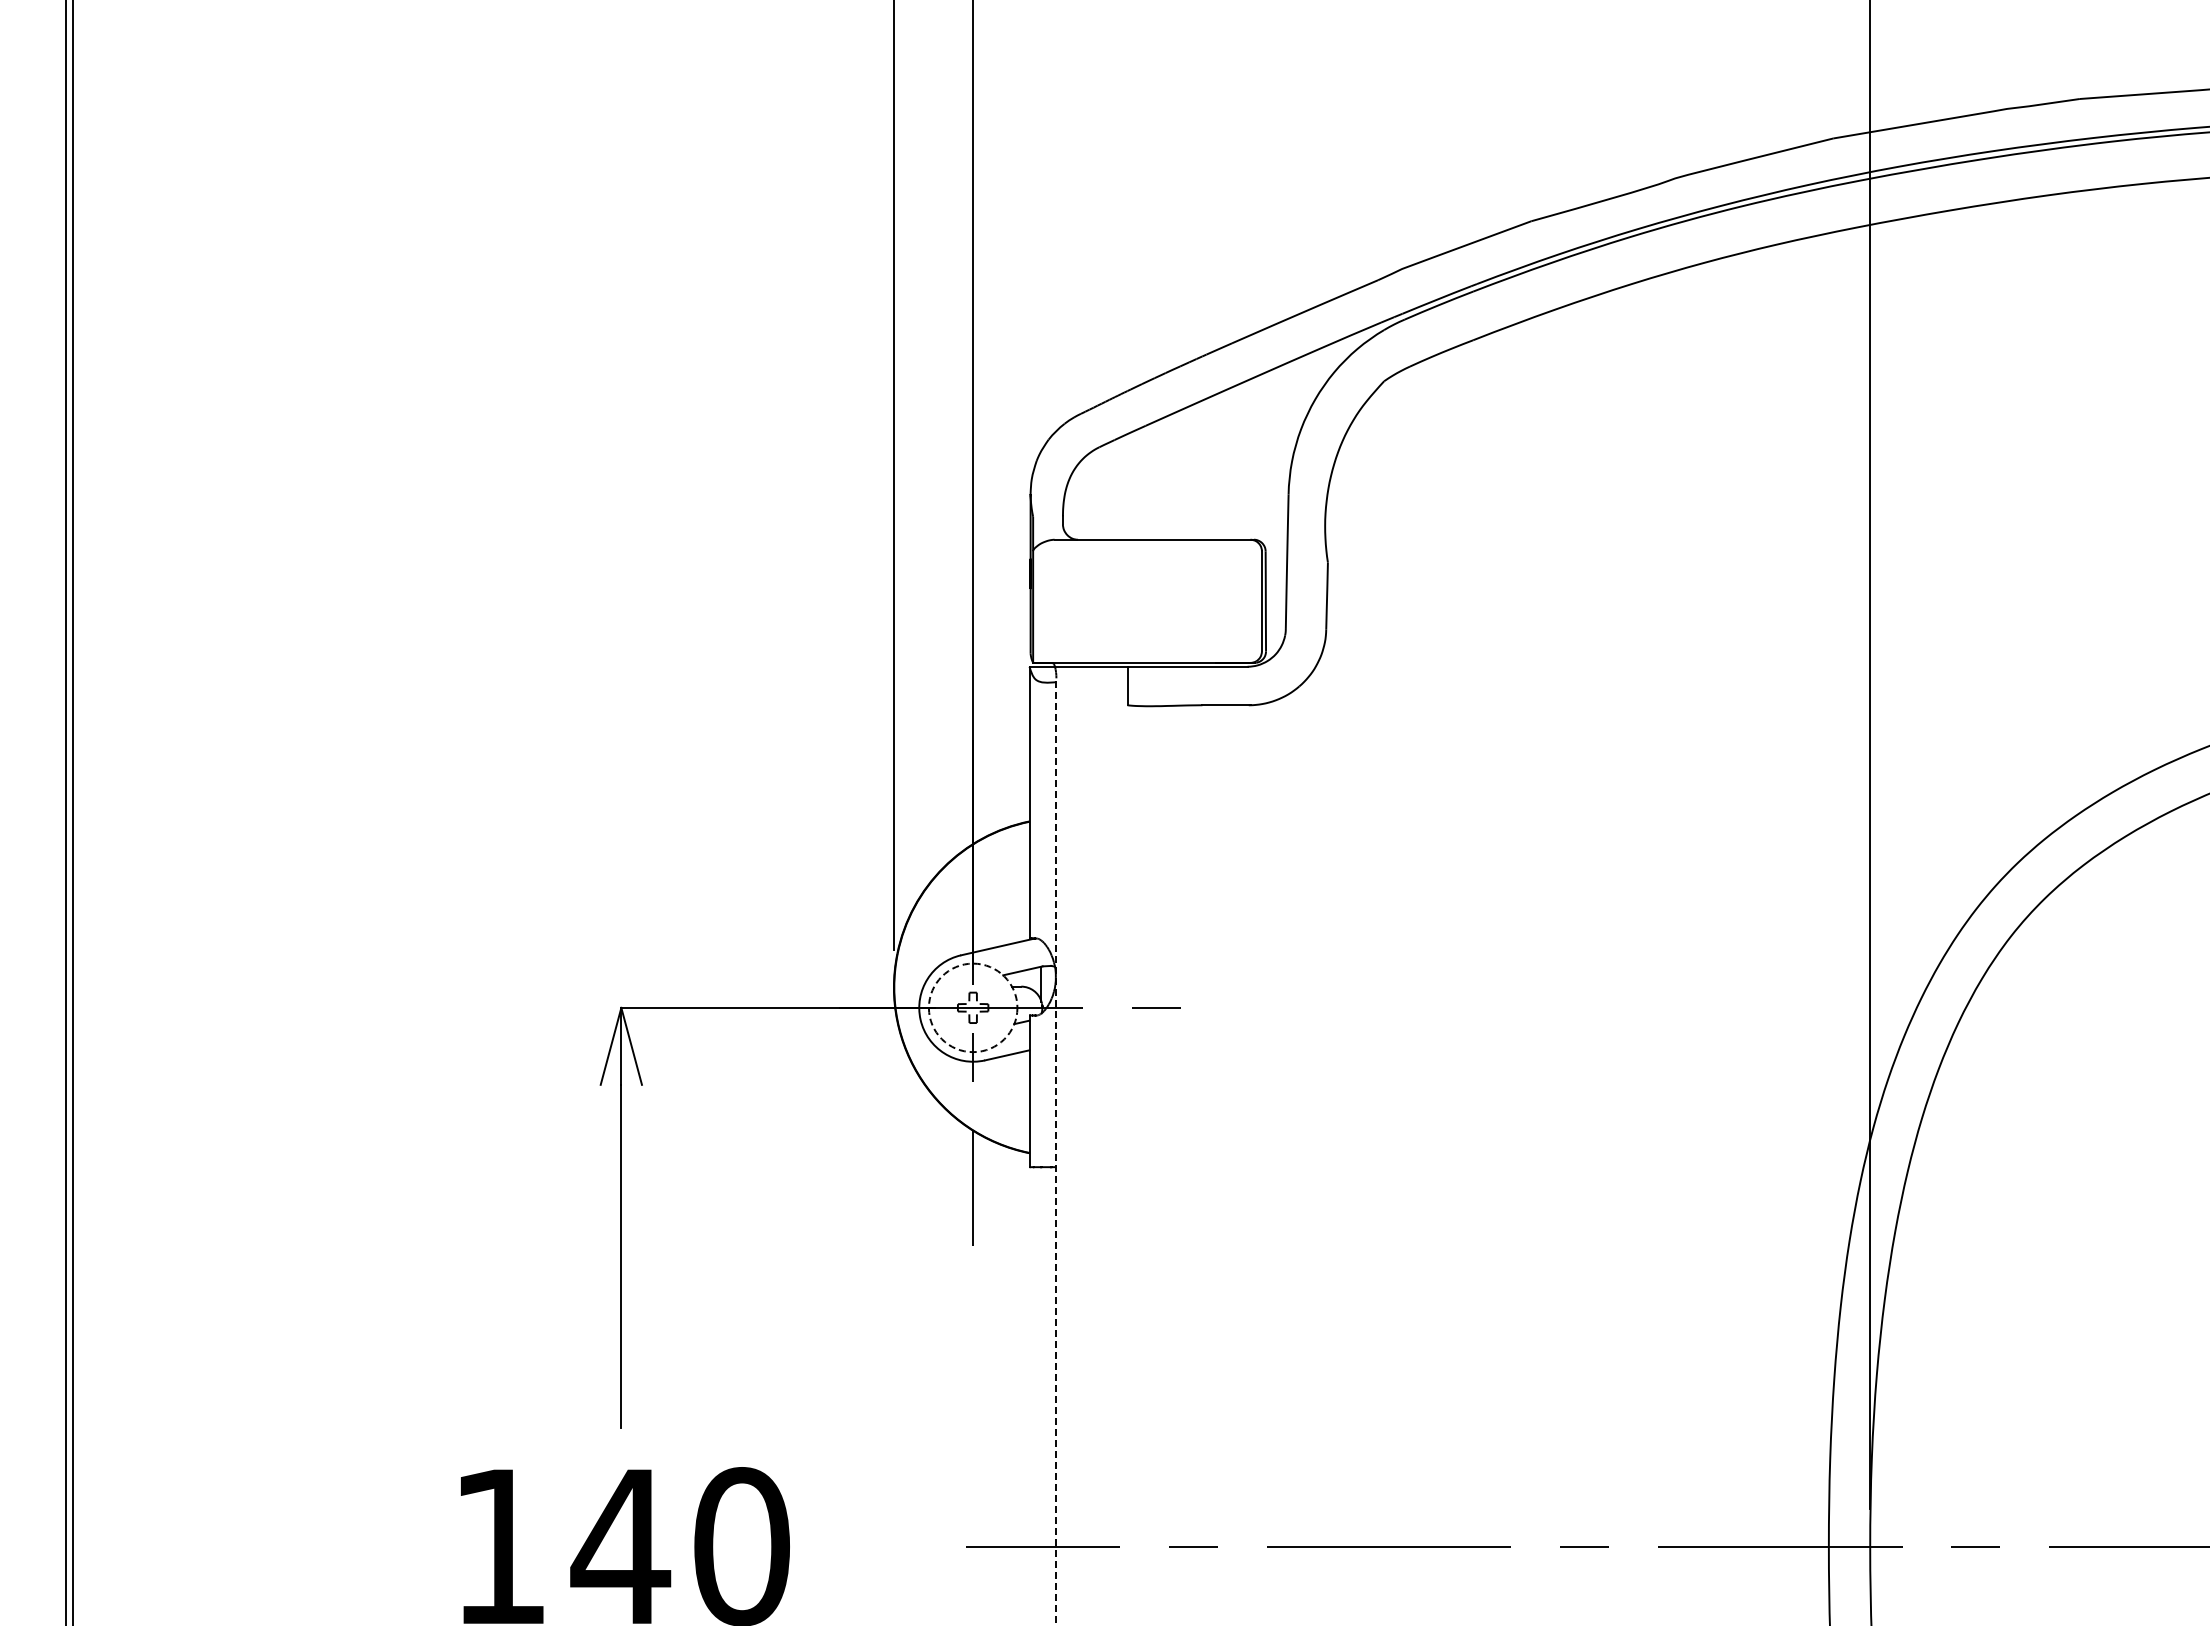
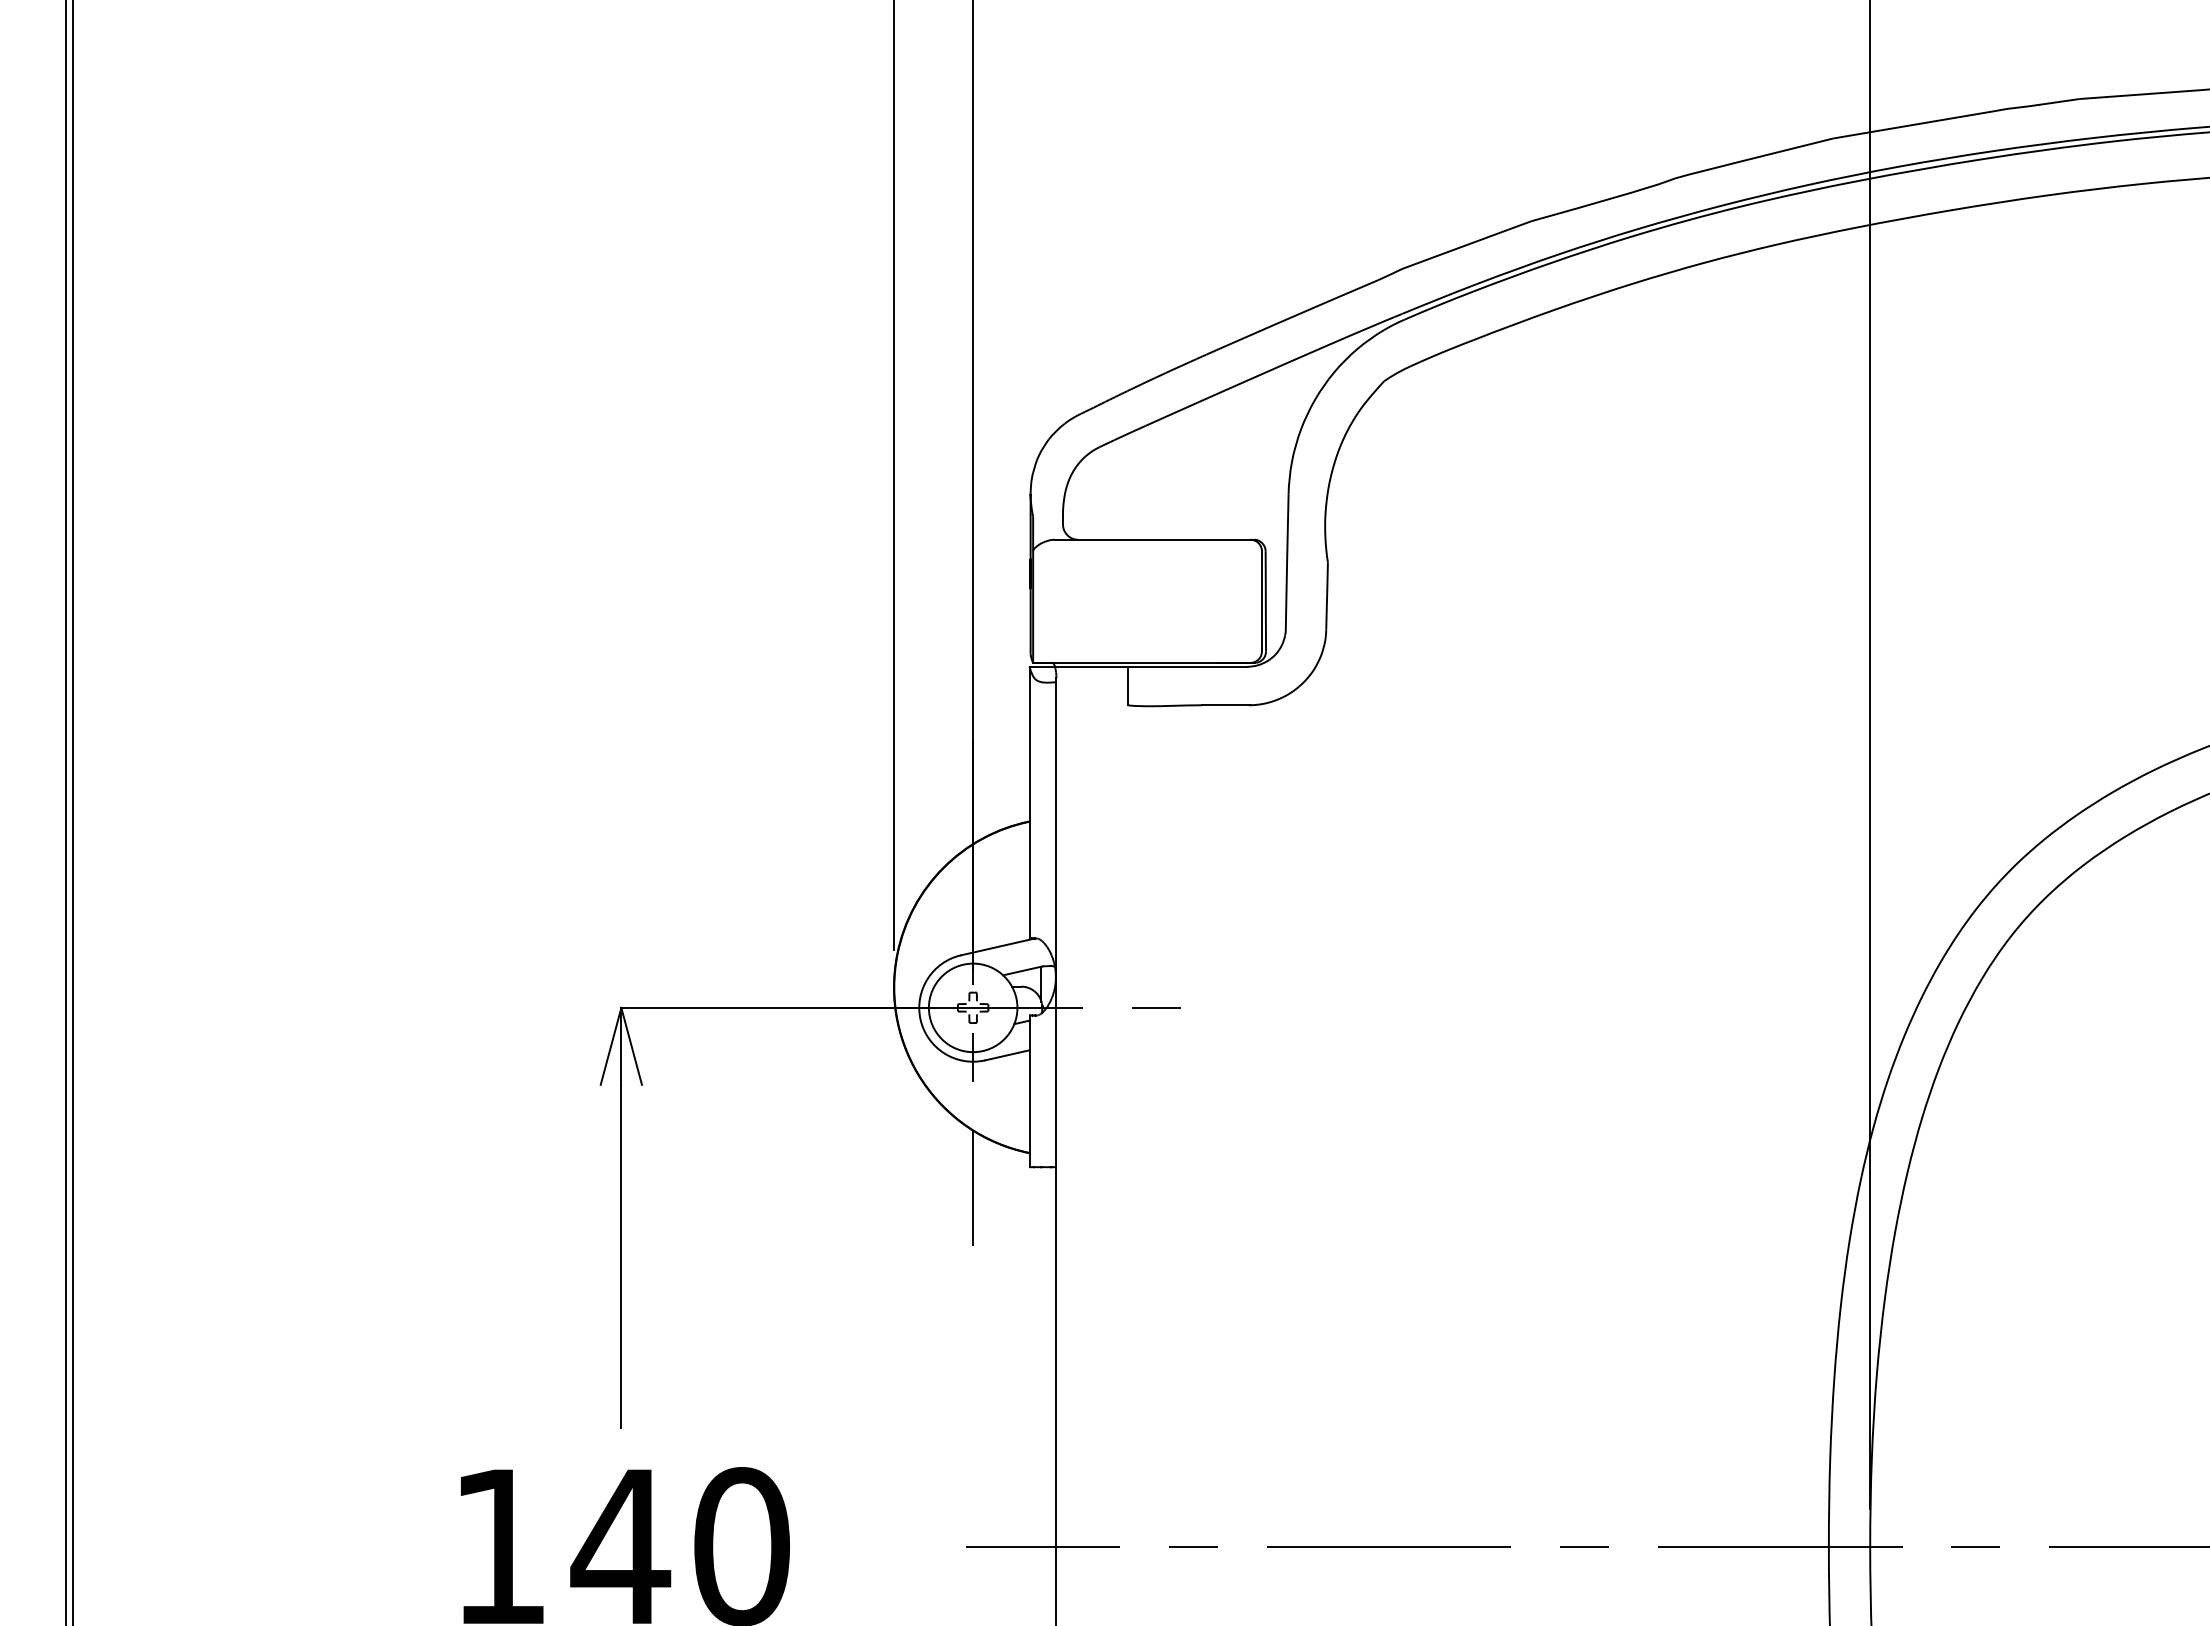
circle at (972, 1007): dashed -> solid
line at (1056, 1151): dashed -> solid
